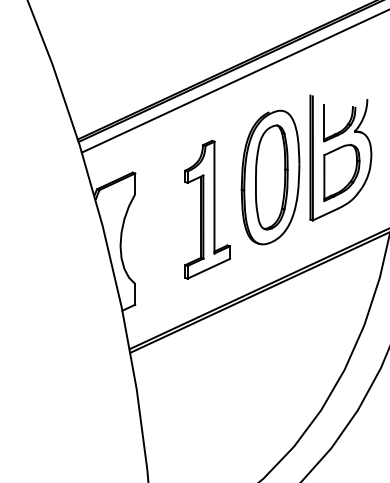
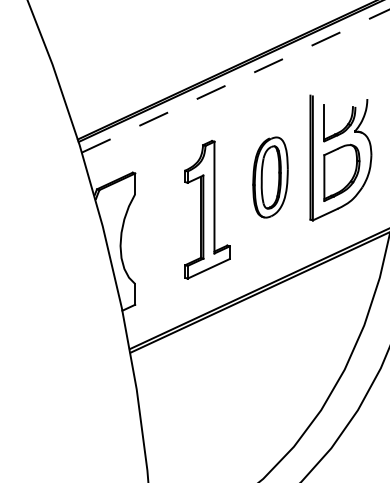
line at (236, 80): solid -> dashed
part at (270, 177) size: 61x137 px -> 37x83 px
